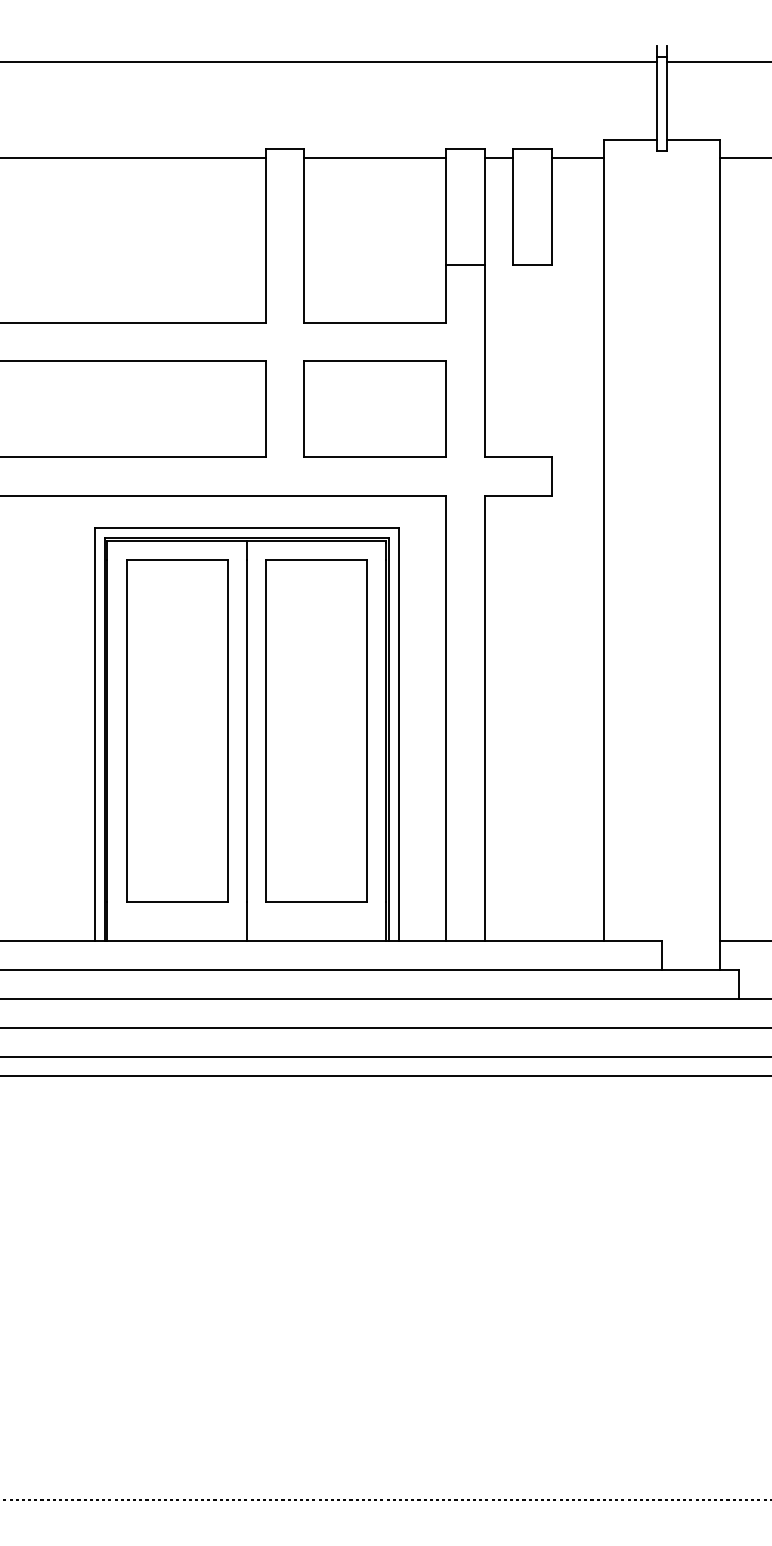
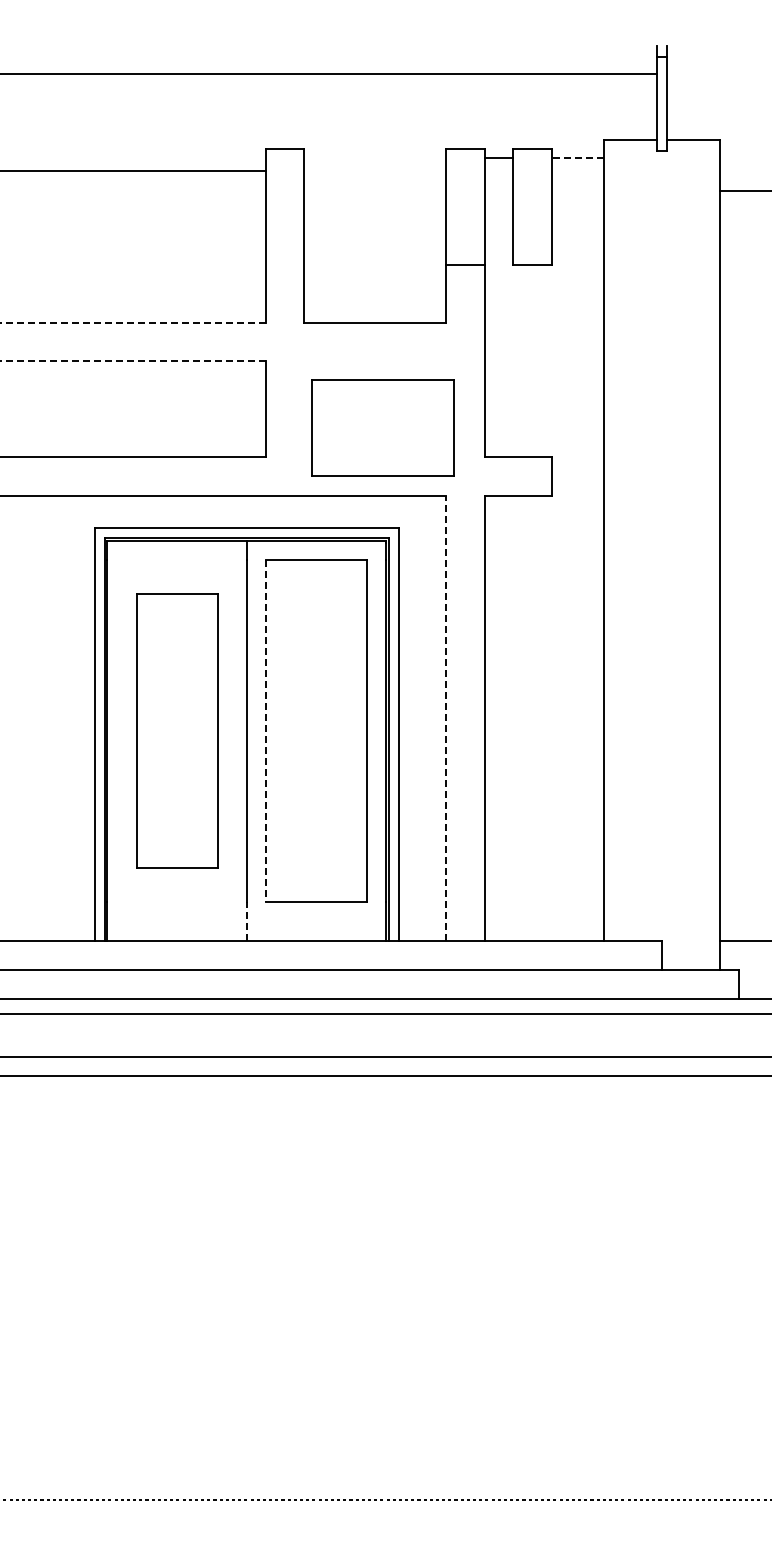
line at (329, 62) position: (329, 62) -> (329, 74)
line at (717, 62): present -> none
line at (133, 158) position: (133, 158) -> (133, 171)
line at (375, 158): present -> none
line at (577, 158): solid -> dashed
line at (743, 158) position: (743, 158) -> (743, 191)
line at (133, 322): solid -> dashed
line at (133, 361): solid -> dashed
part at (374, 408) position: (374, 408) -> (382, 427)
line at (446, 718): solid -> dashed
part at (177, 730) size: 103x344 px -> 83x276 px
line at (266, 731): solid -> dashed
line at (246, 920): solid -> dashed
line at (385, 1027) position: (385, 1027) -> (385, 1013)
